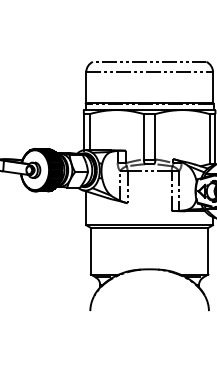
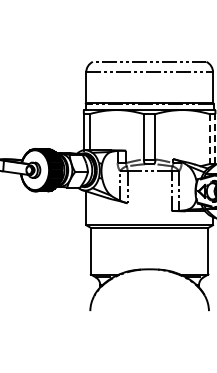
line at (209, 139): solid -> dashed
line at (215, 139): solid -> dashed
